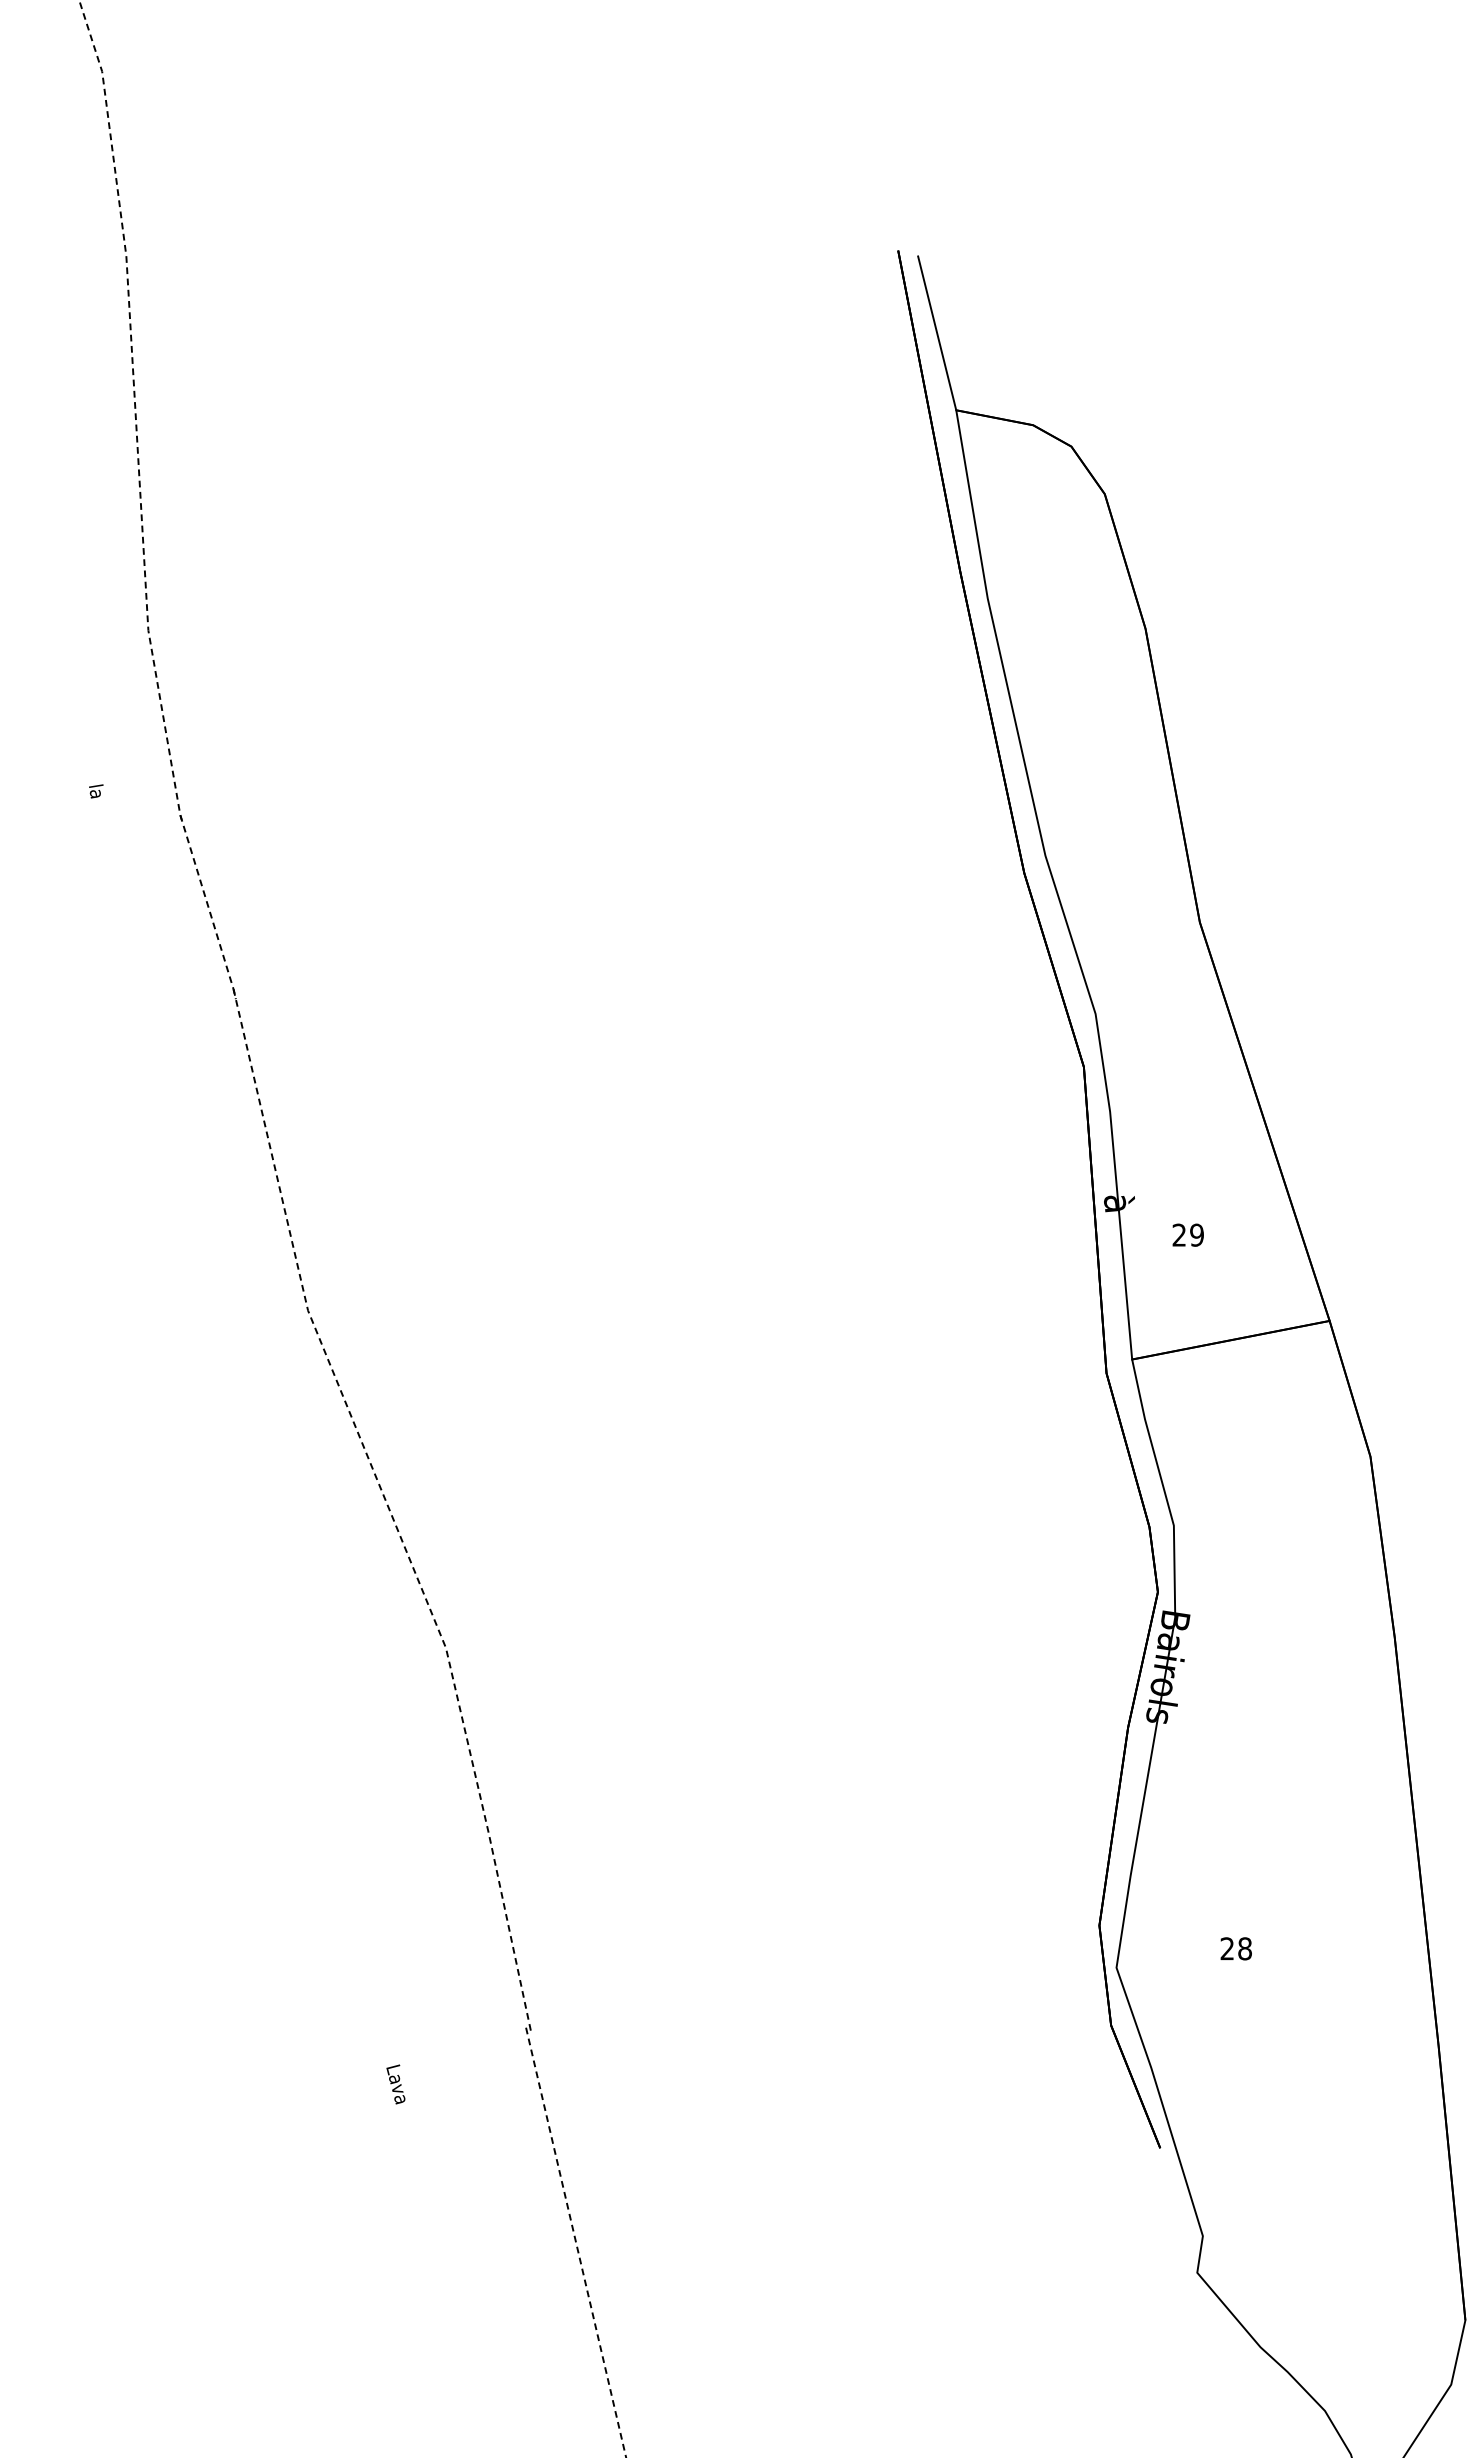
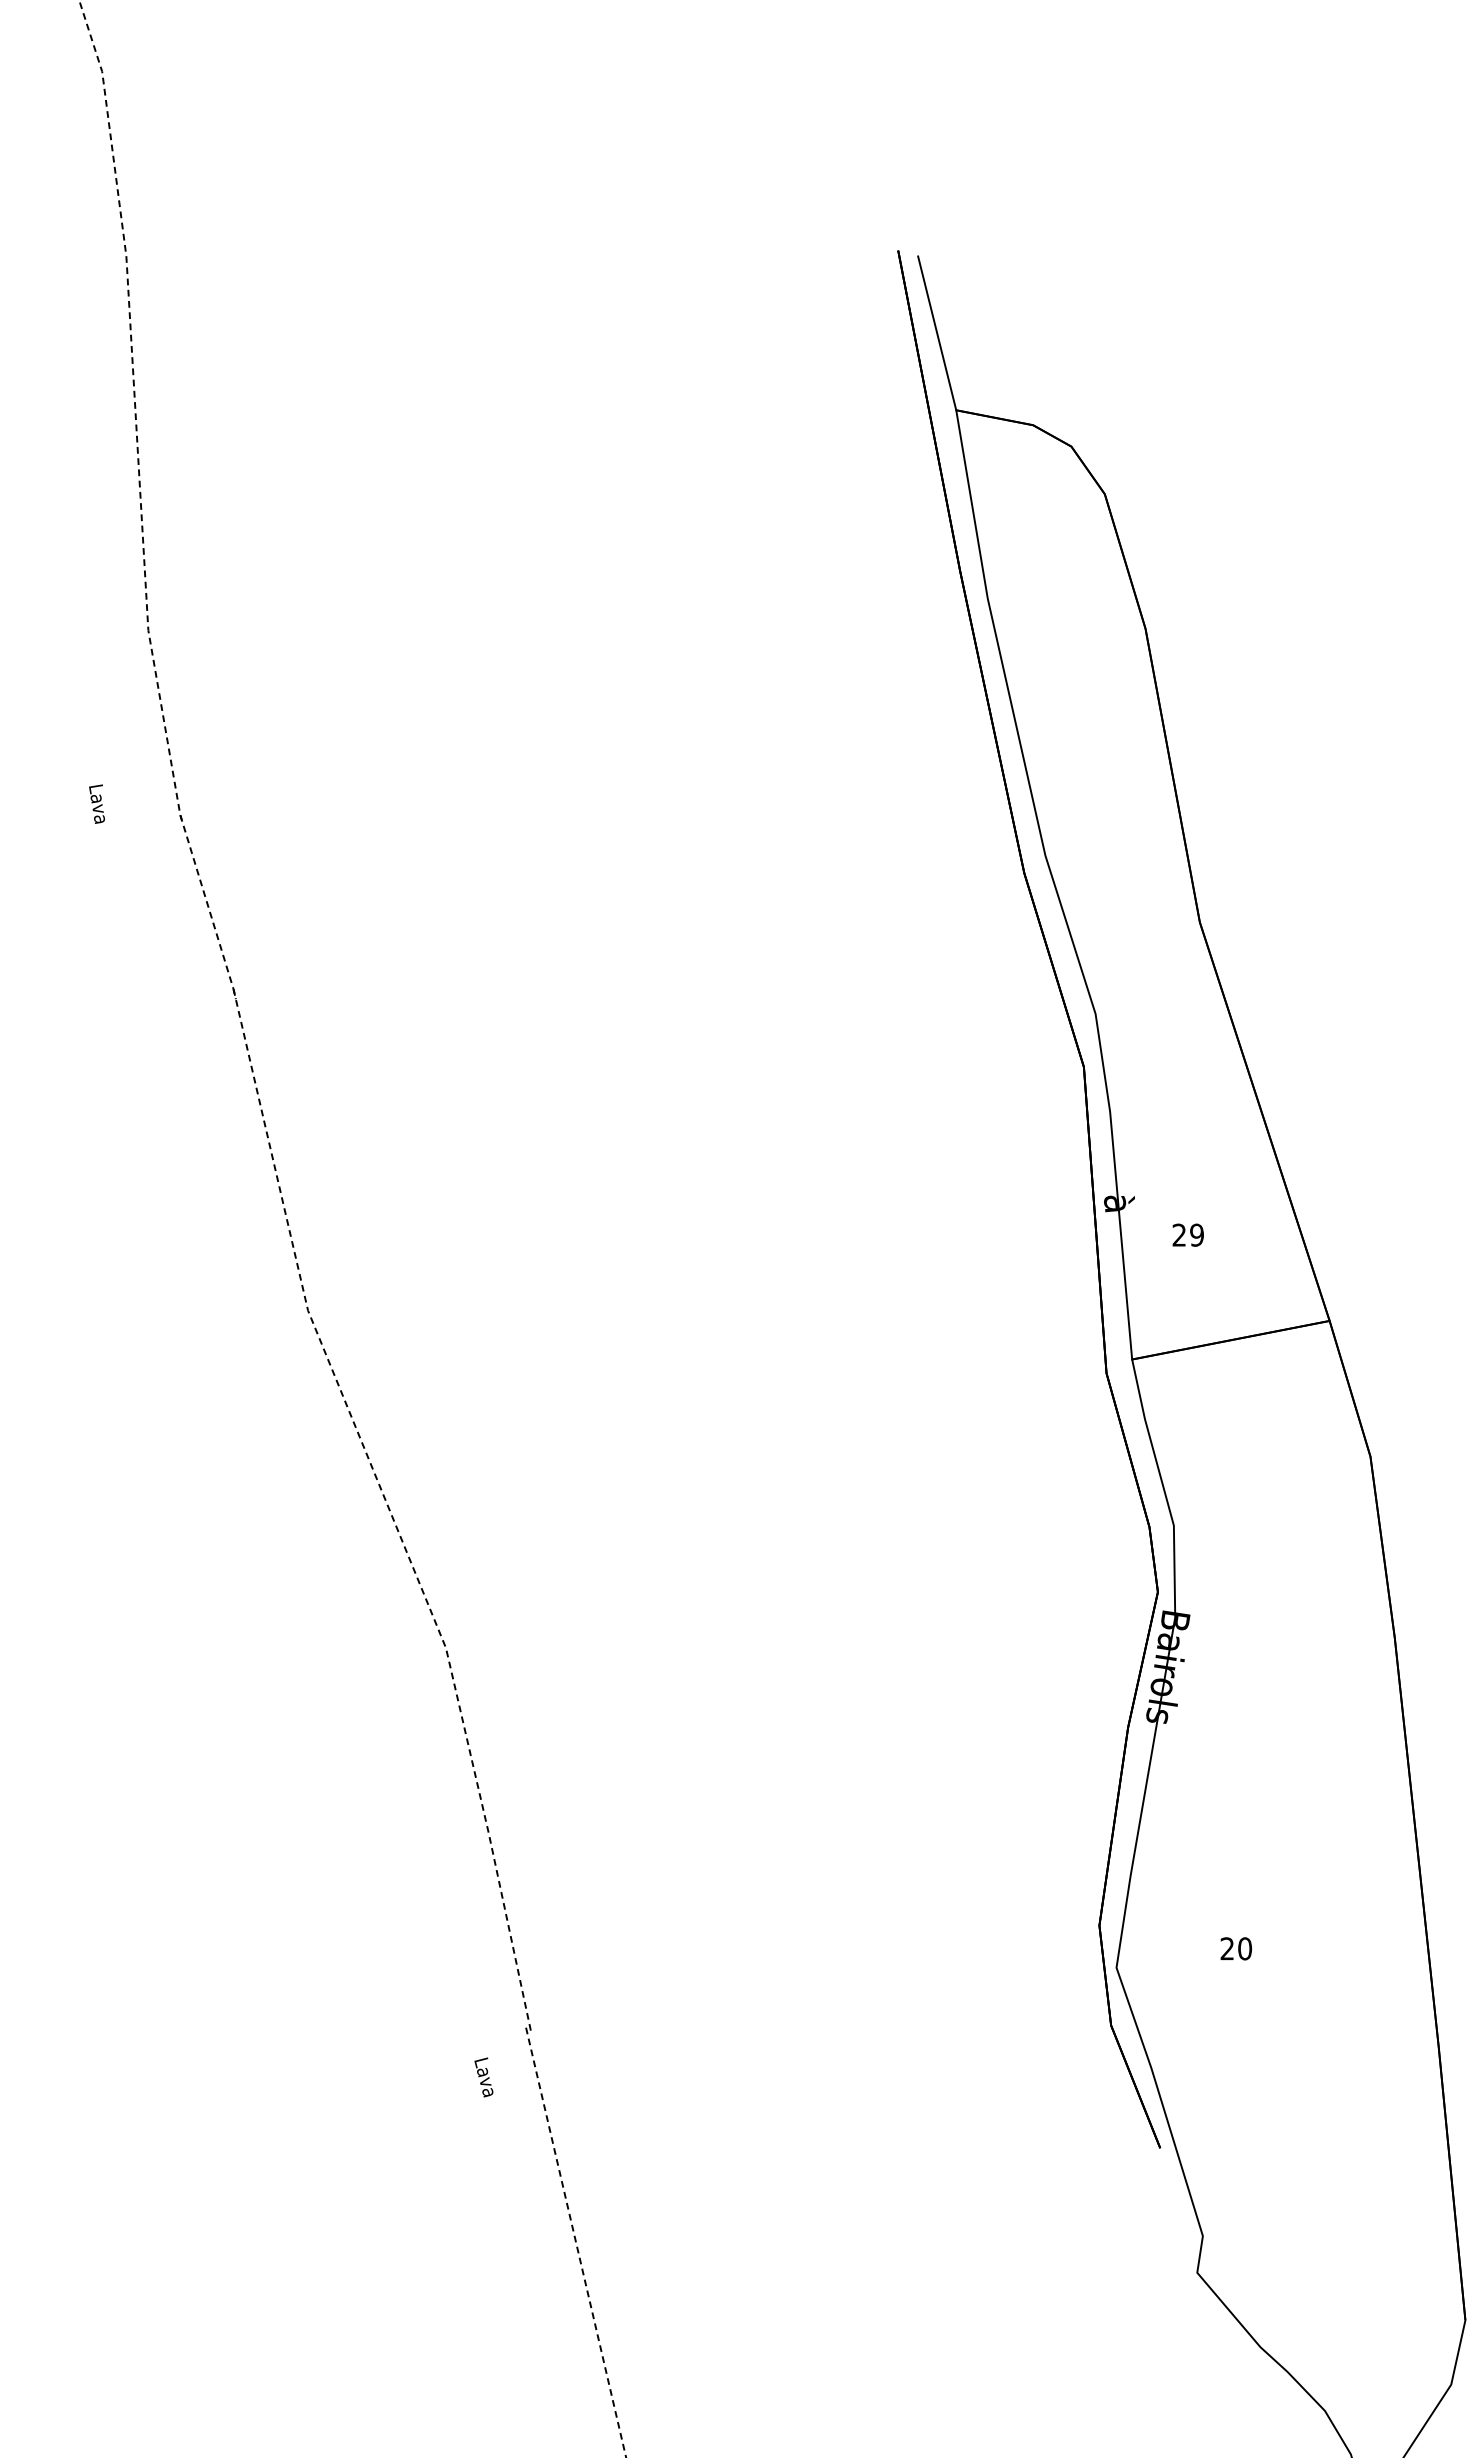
text at (96, 803): la -> Lava
text at (1245, 1948): 28 -> 20
text at (395, 2084) position: (395, 2084) -> (483, 2077)
